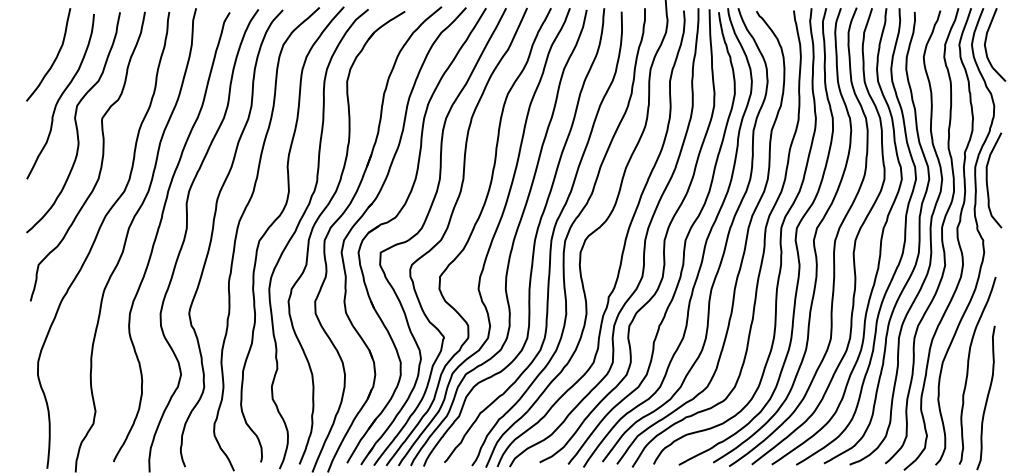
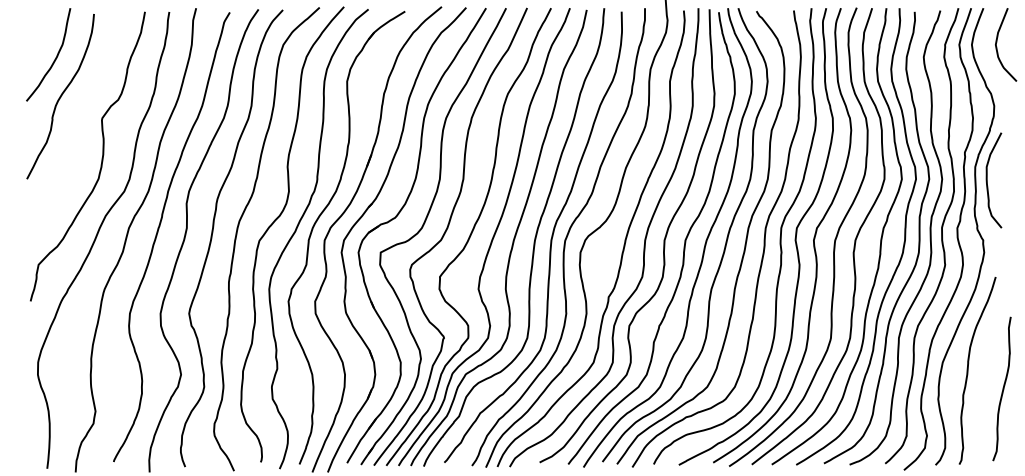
curve at (986, 42) position: (986, 42) -> (997, 42)
curve at (74, 122): present -> none
curve at (986, 397) position: (986, 397) -> (1002, 388)
